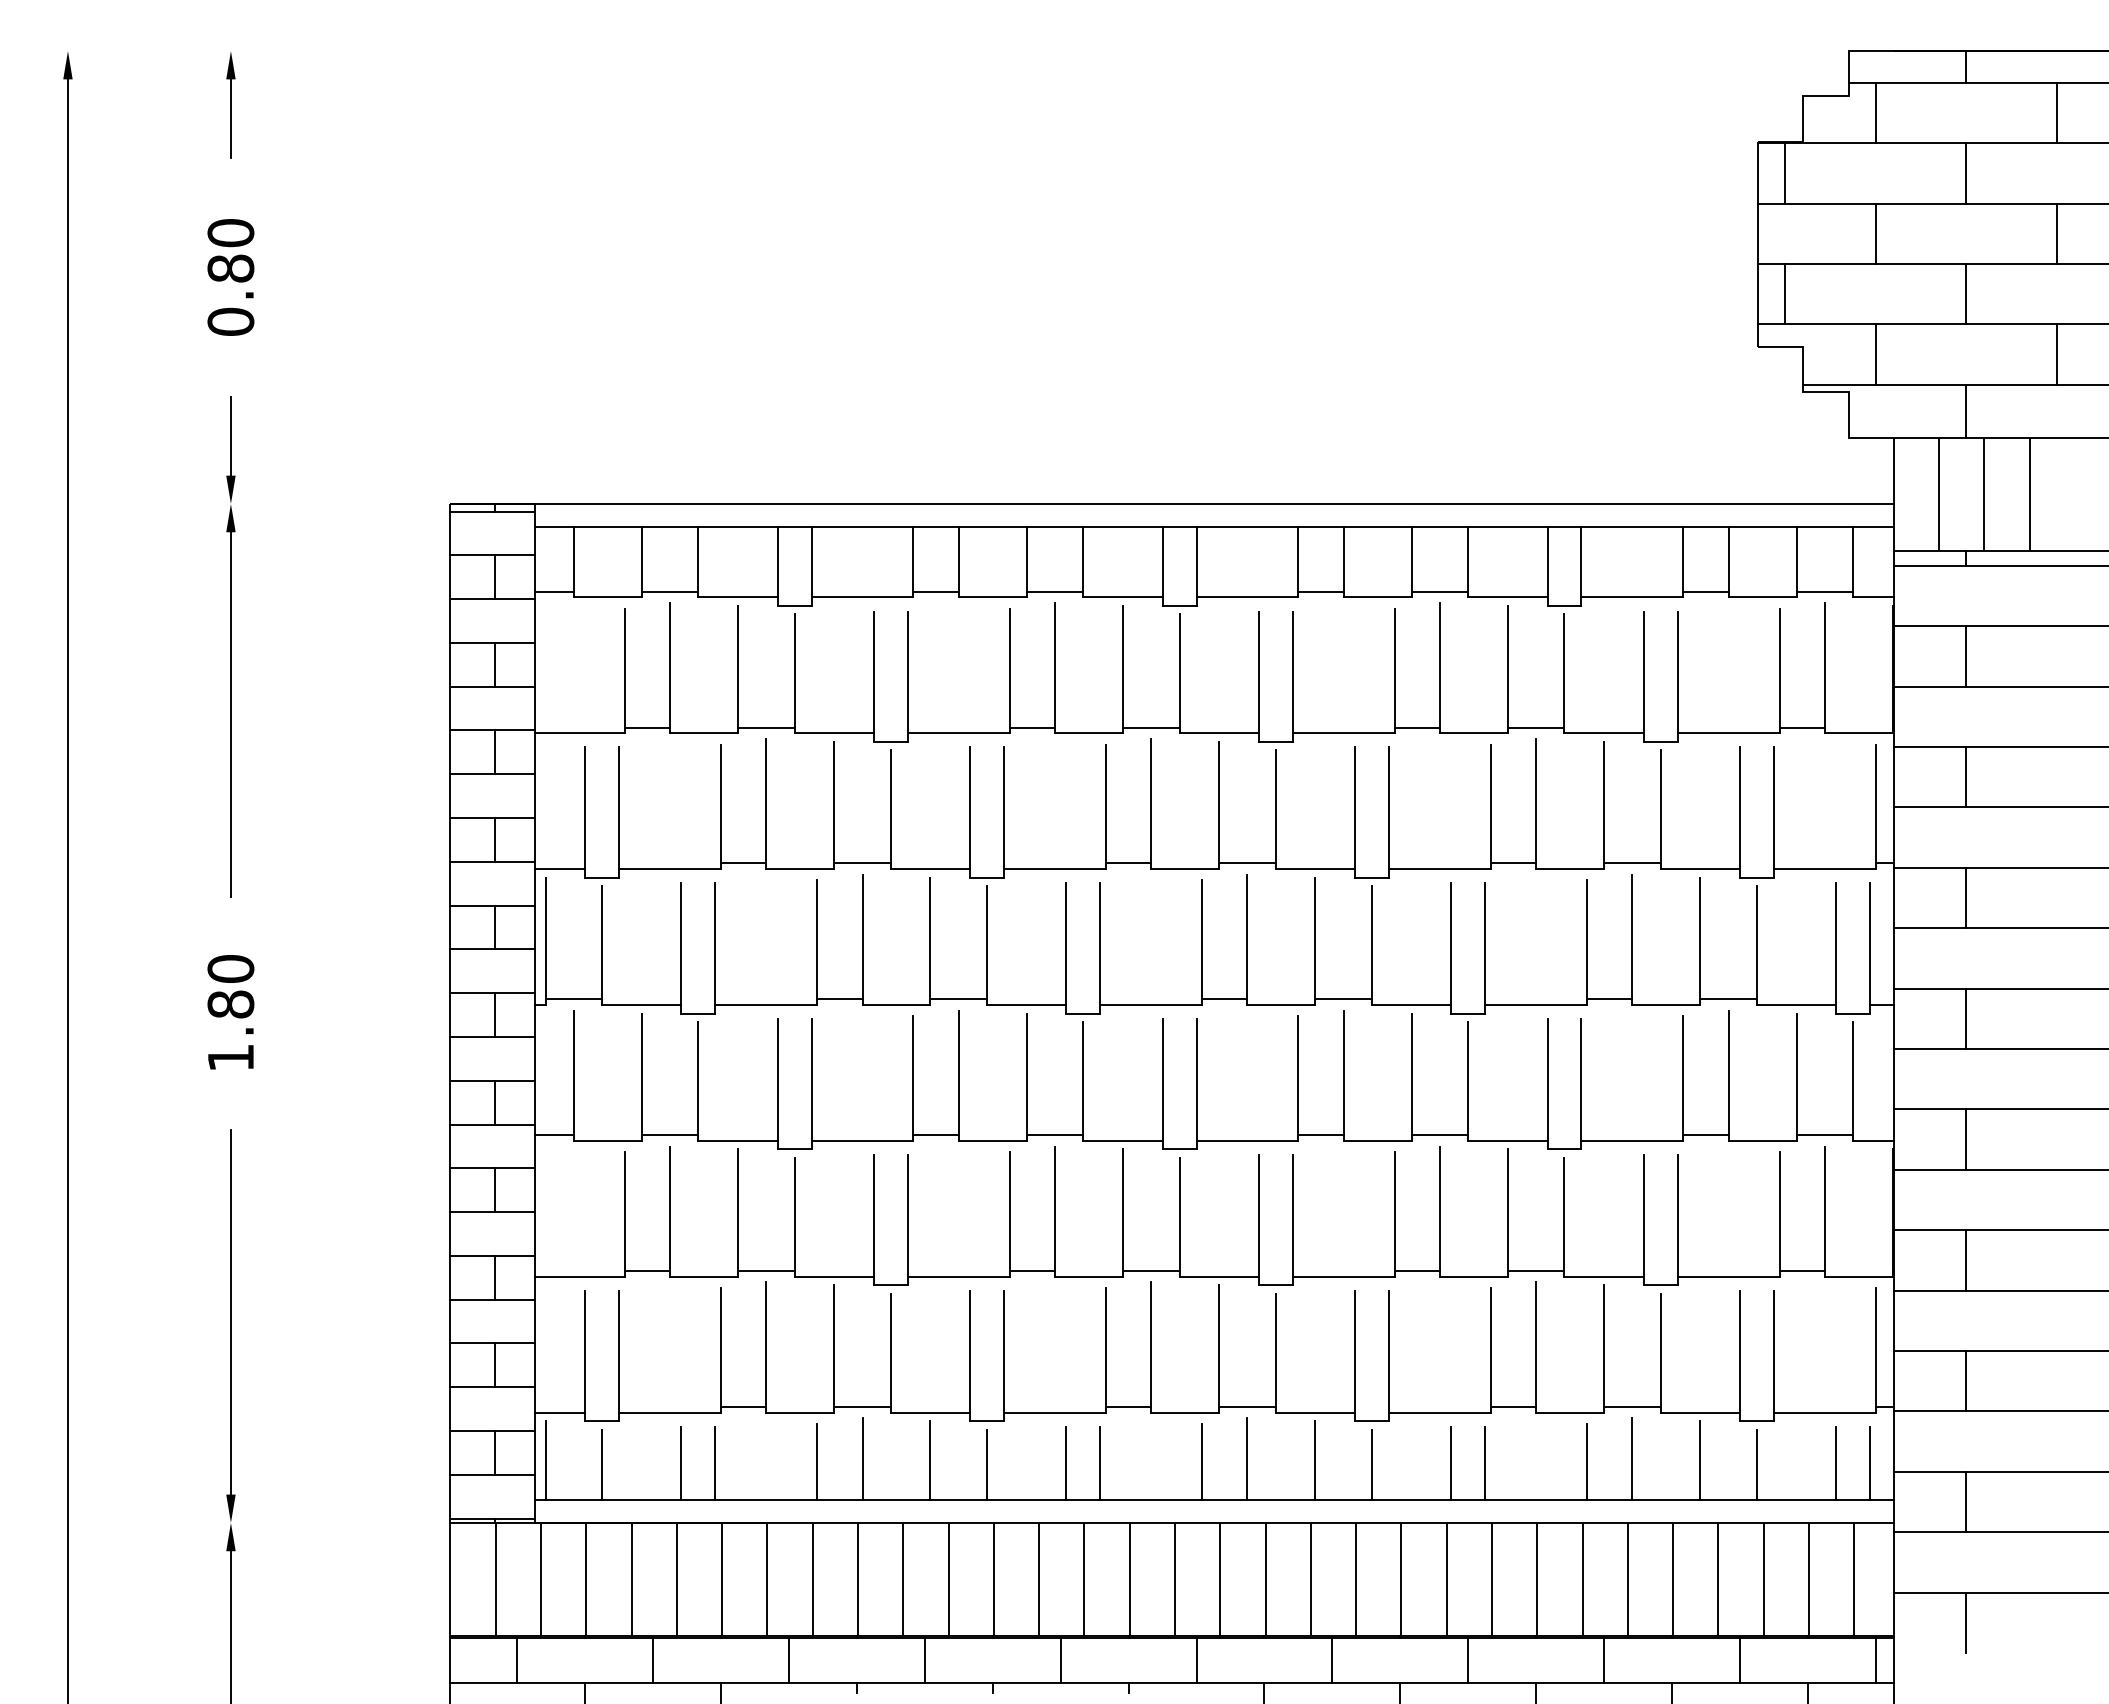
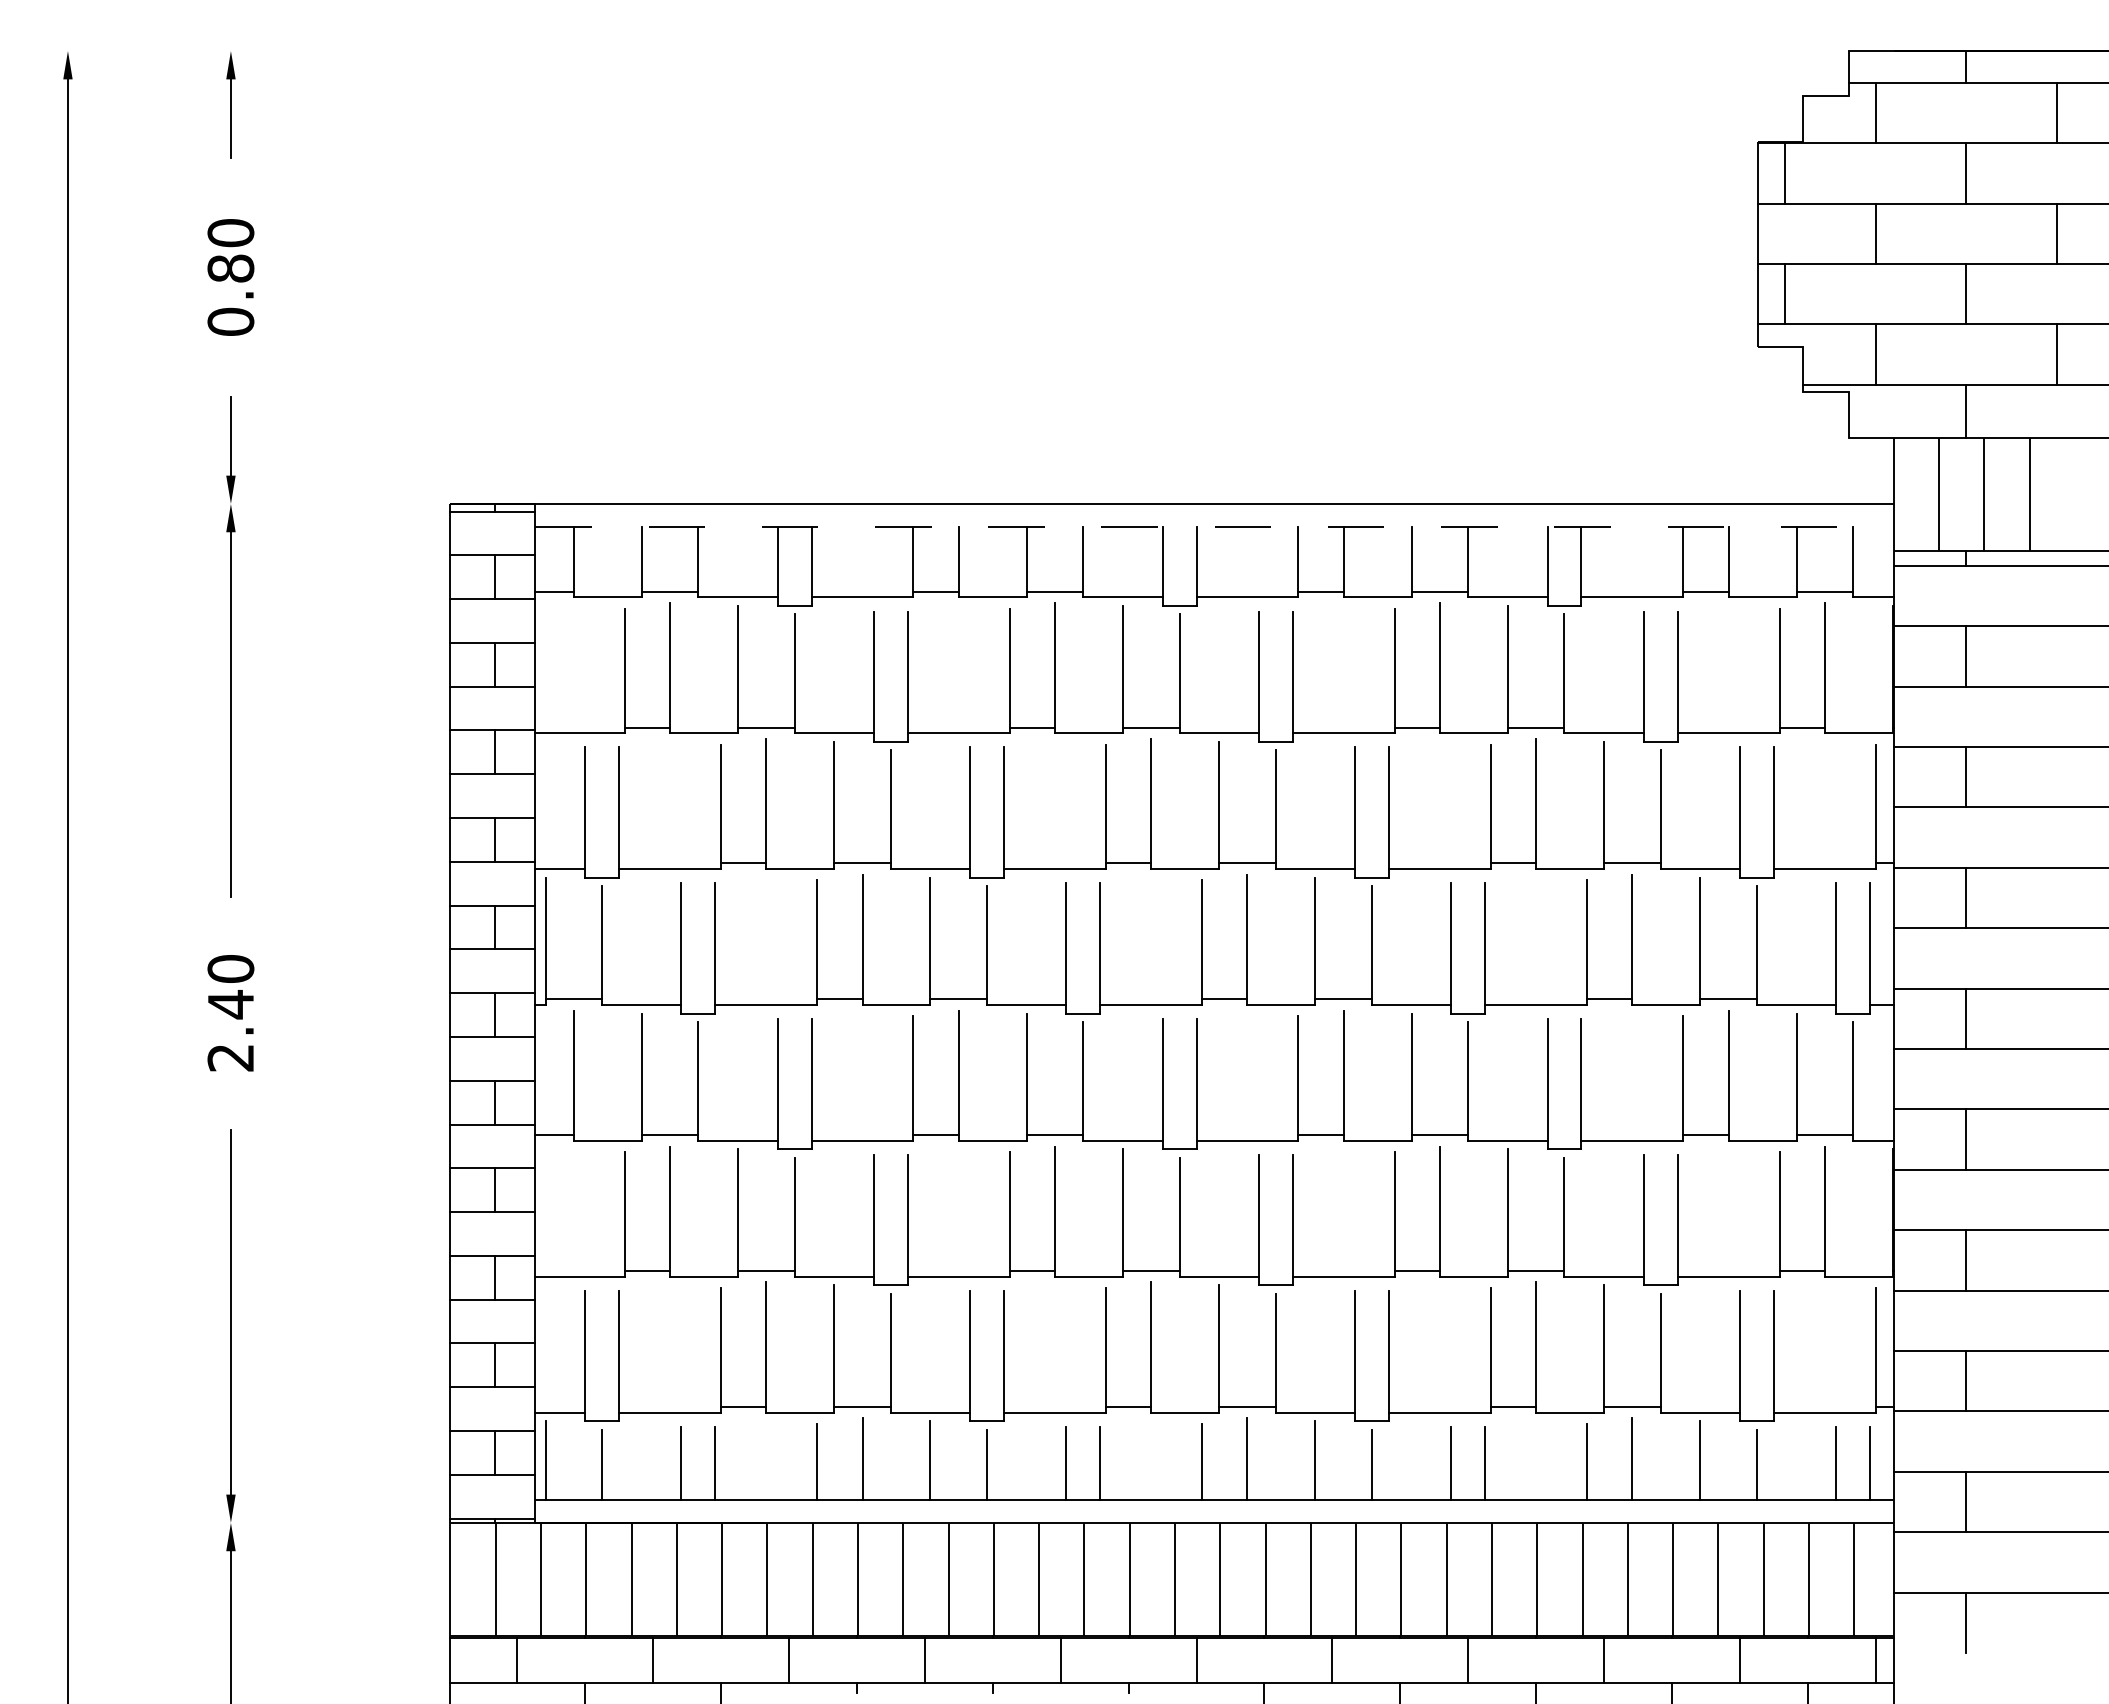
line at (1215, 526): solid -> dashed
text at (230, 1030): 1.80 -> 2.40
